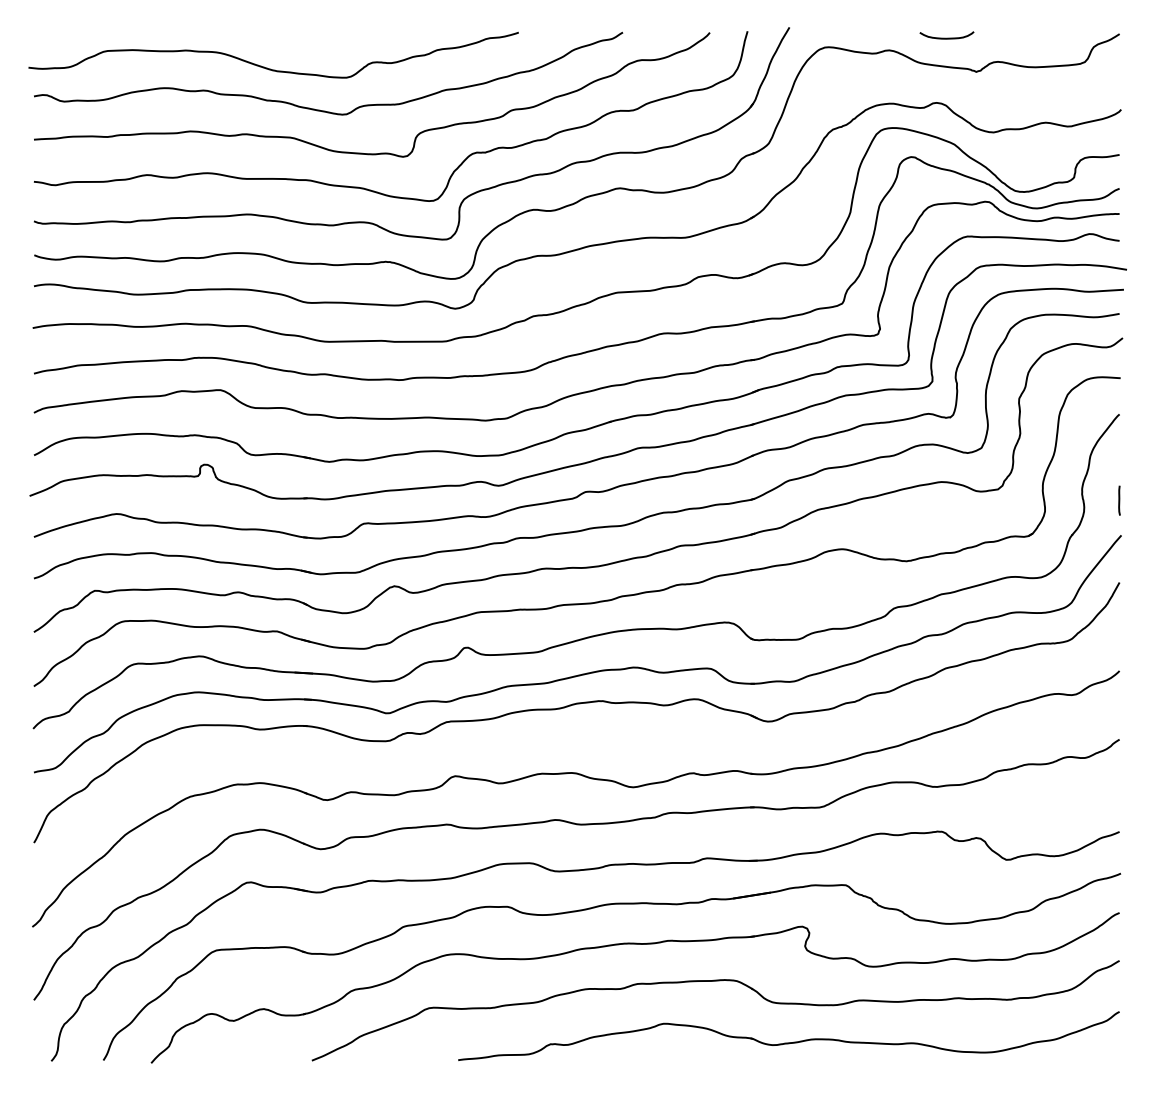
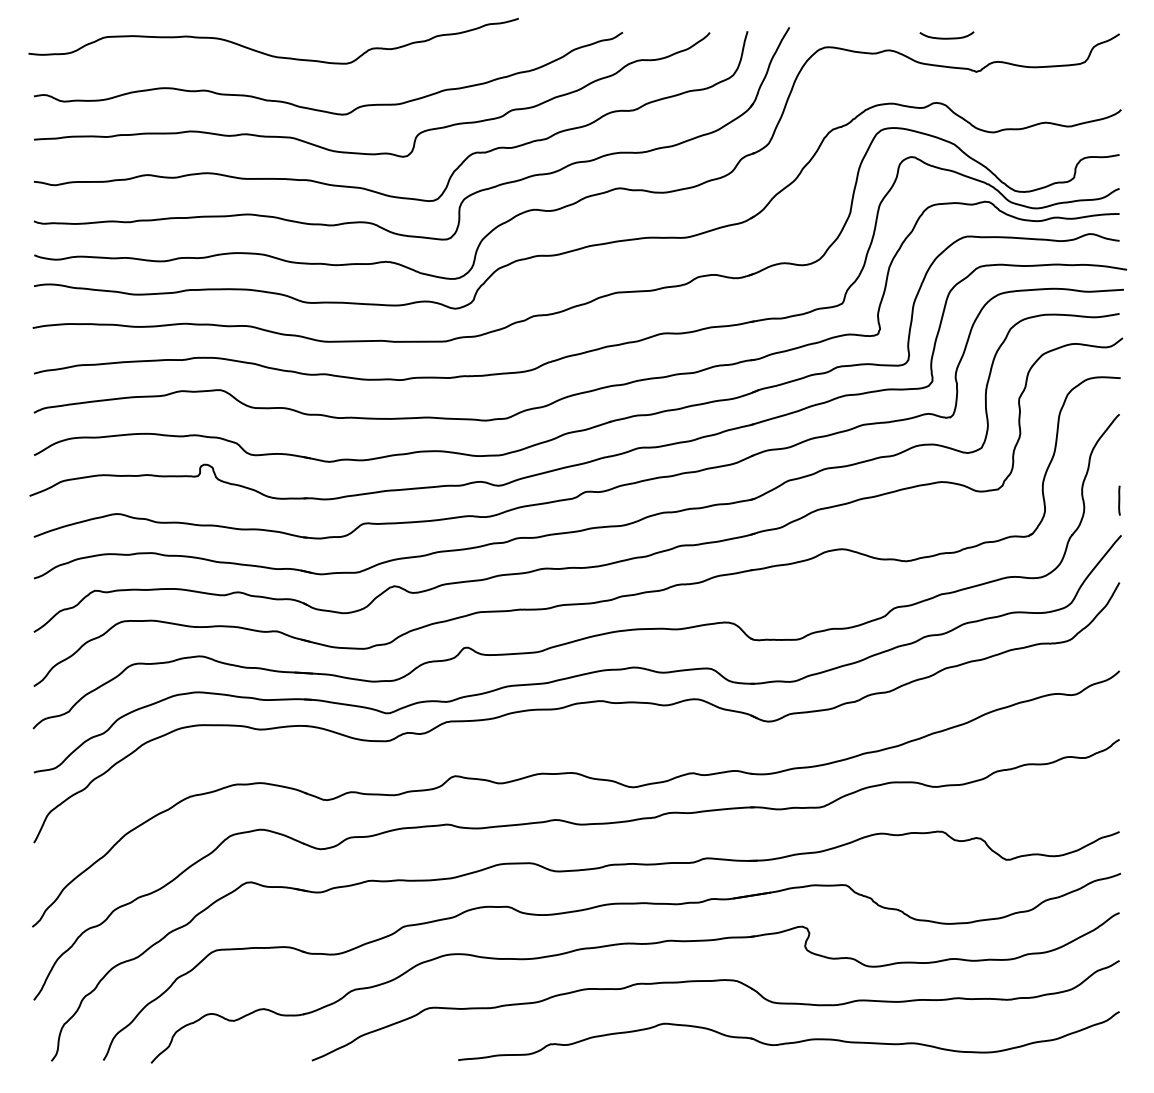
curve at (267, 67) position: (267, 67) -> (267, 53)
